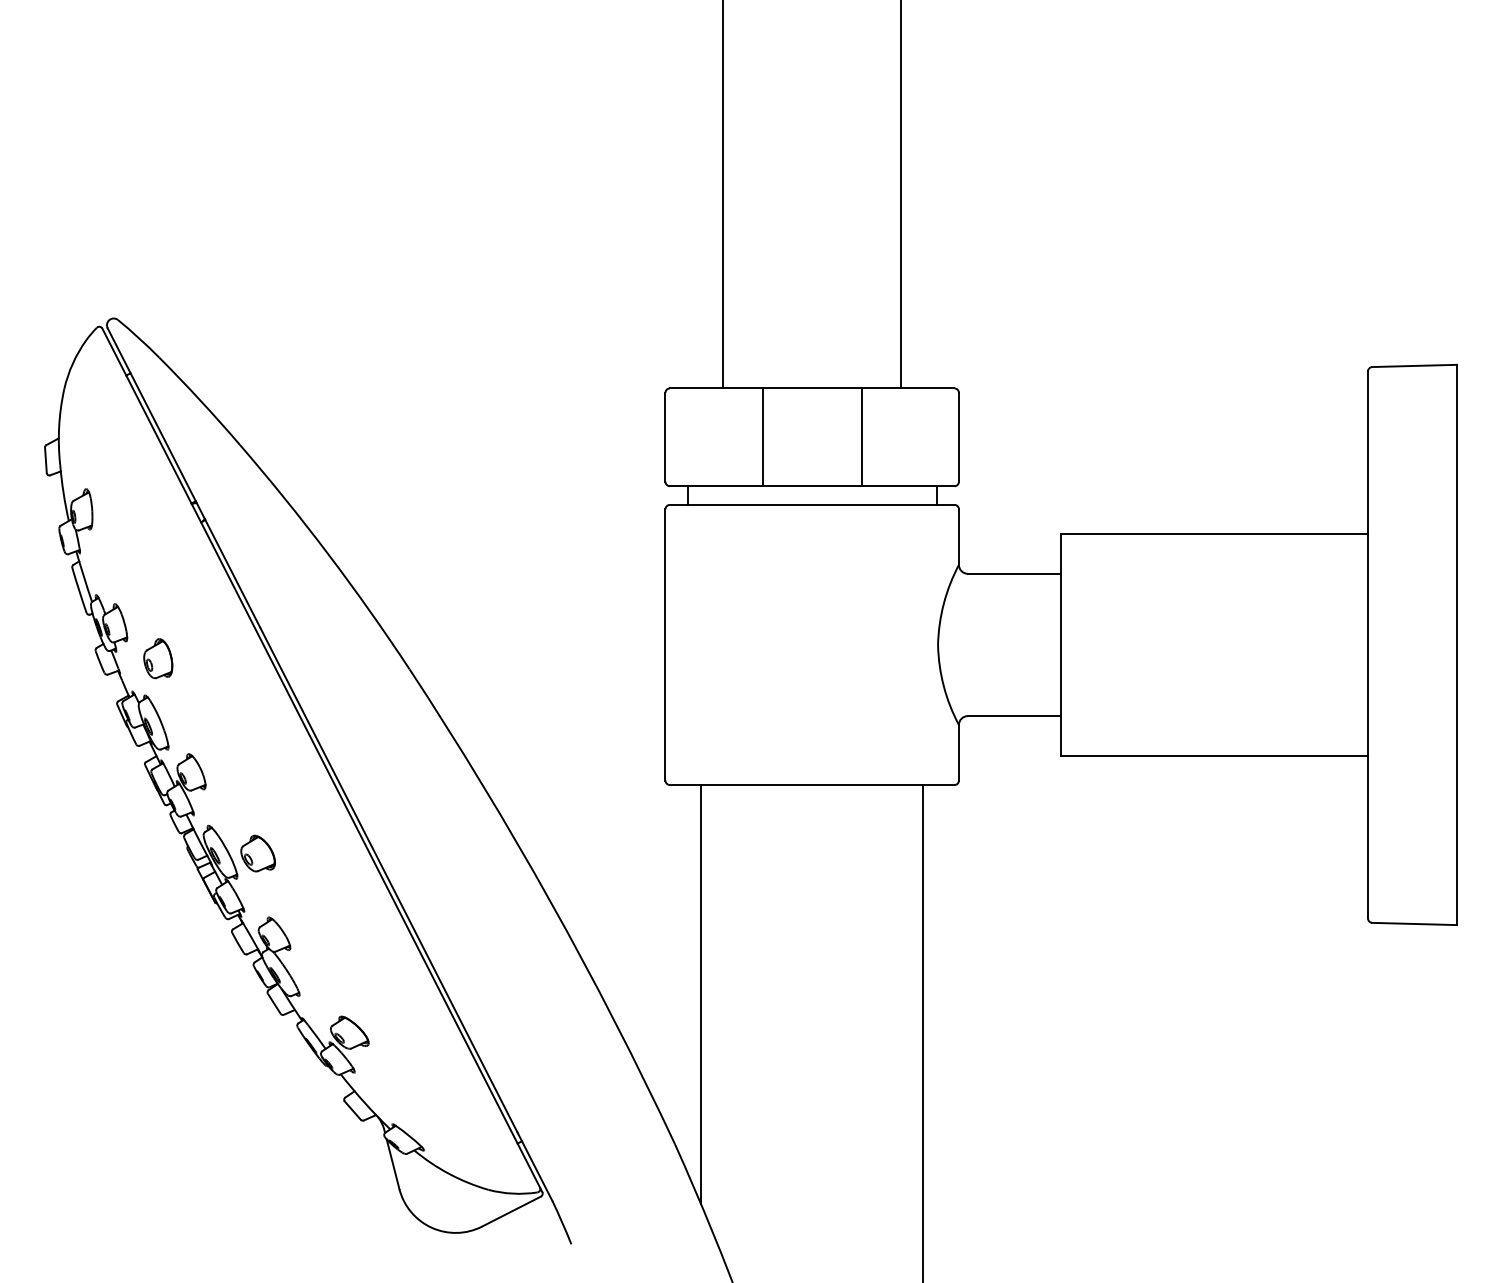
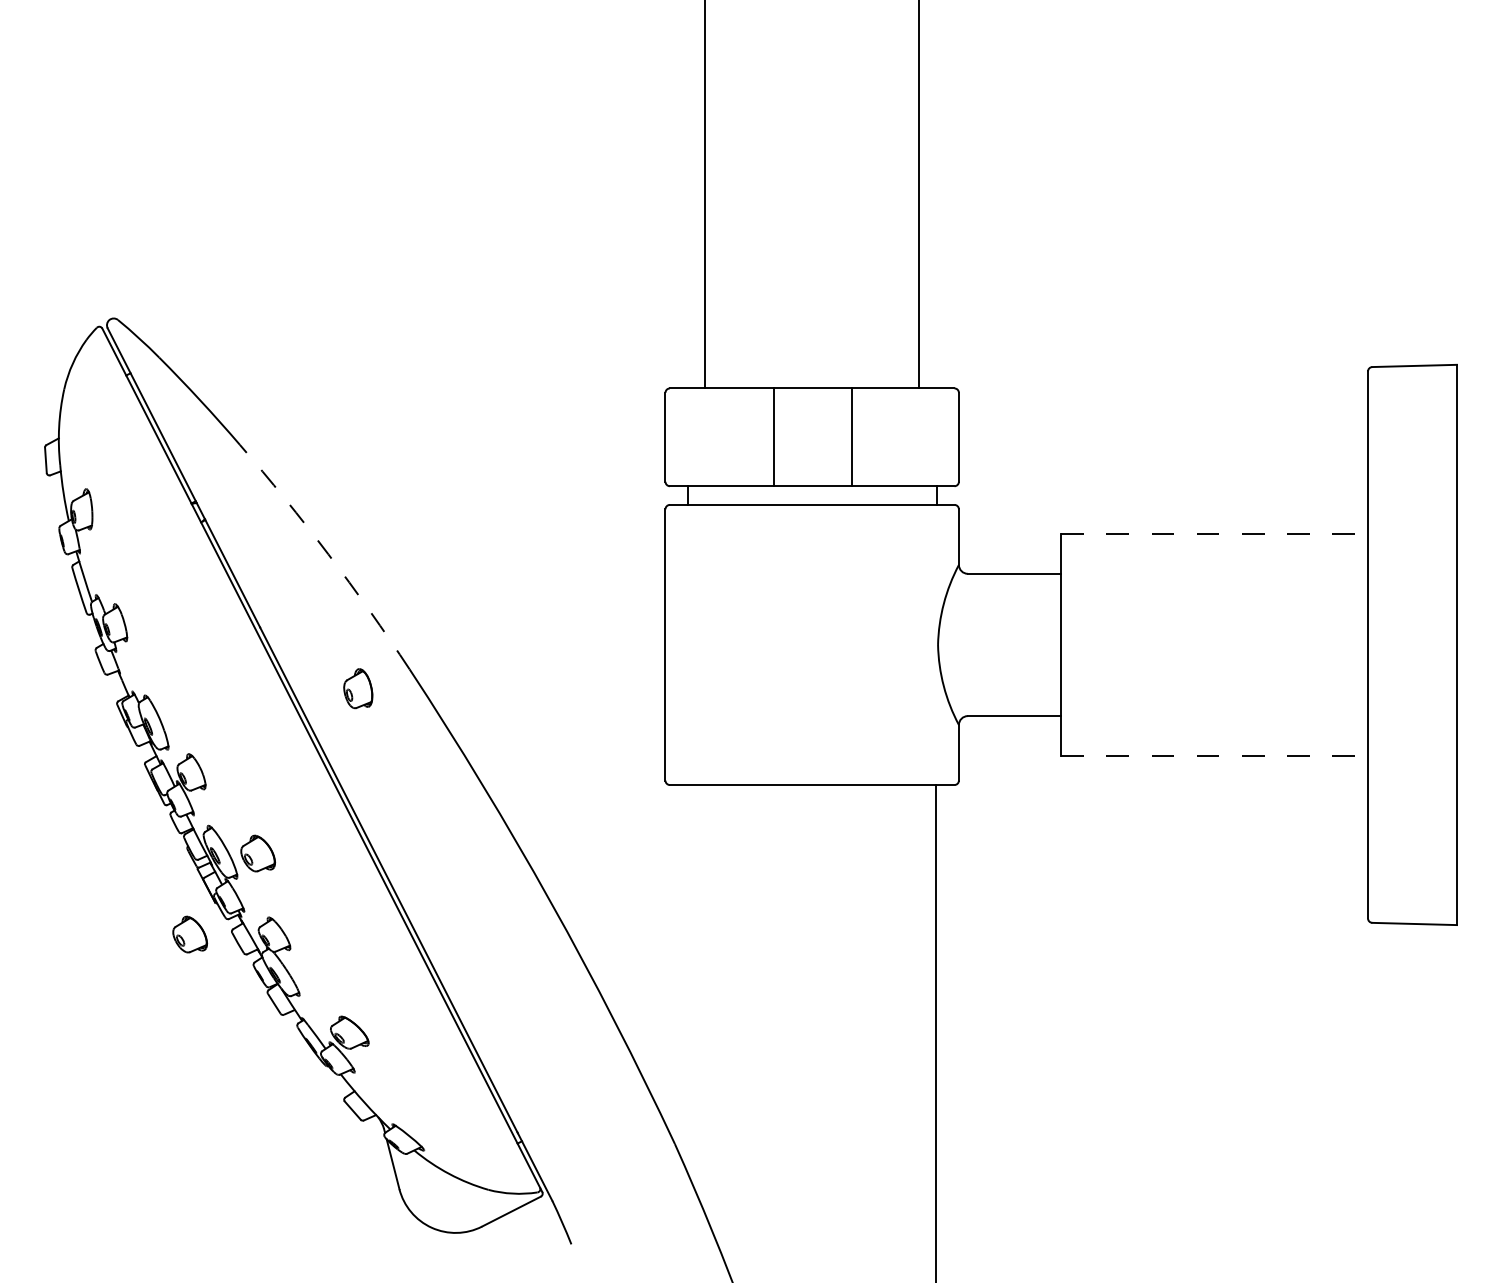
line at (723, 195) position: (723, 195) -> (705, 195)
line at (901, 195) position: (901, 195) -> (919, 195)
line at (762, 437) position: (762, 437) -> (773, 437)
line at (861, 437) position: (861, 437) -> (851, 437)
line at (1215, 533): solid -> dashed
arc at (328, 554): solid -> dashed
part at (158, 658) position: (158, 658) -> (358, 688)
line at (1215, 756): solid -> dashed
part at (189, 934): none -> present
line at (701, 994): present -> none
line at (923, 1032) position: (923, 1032) -> (936, 1032)
